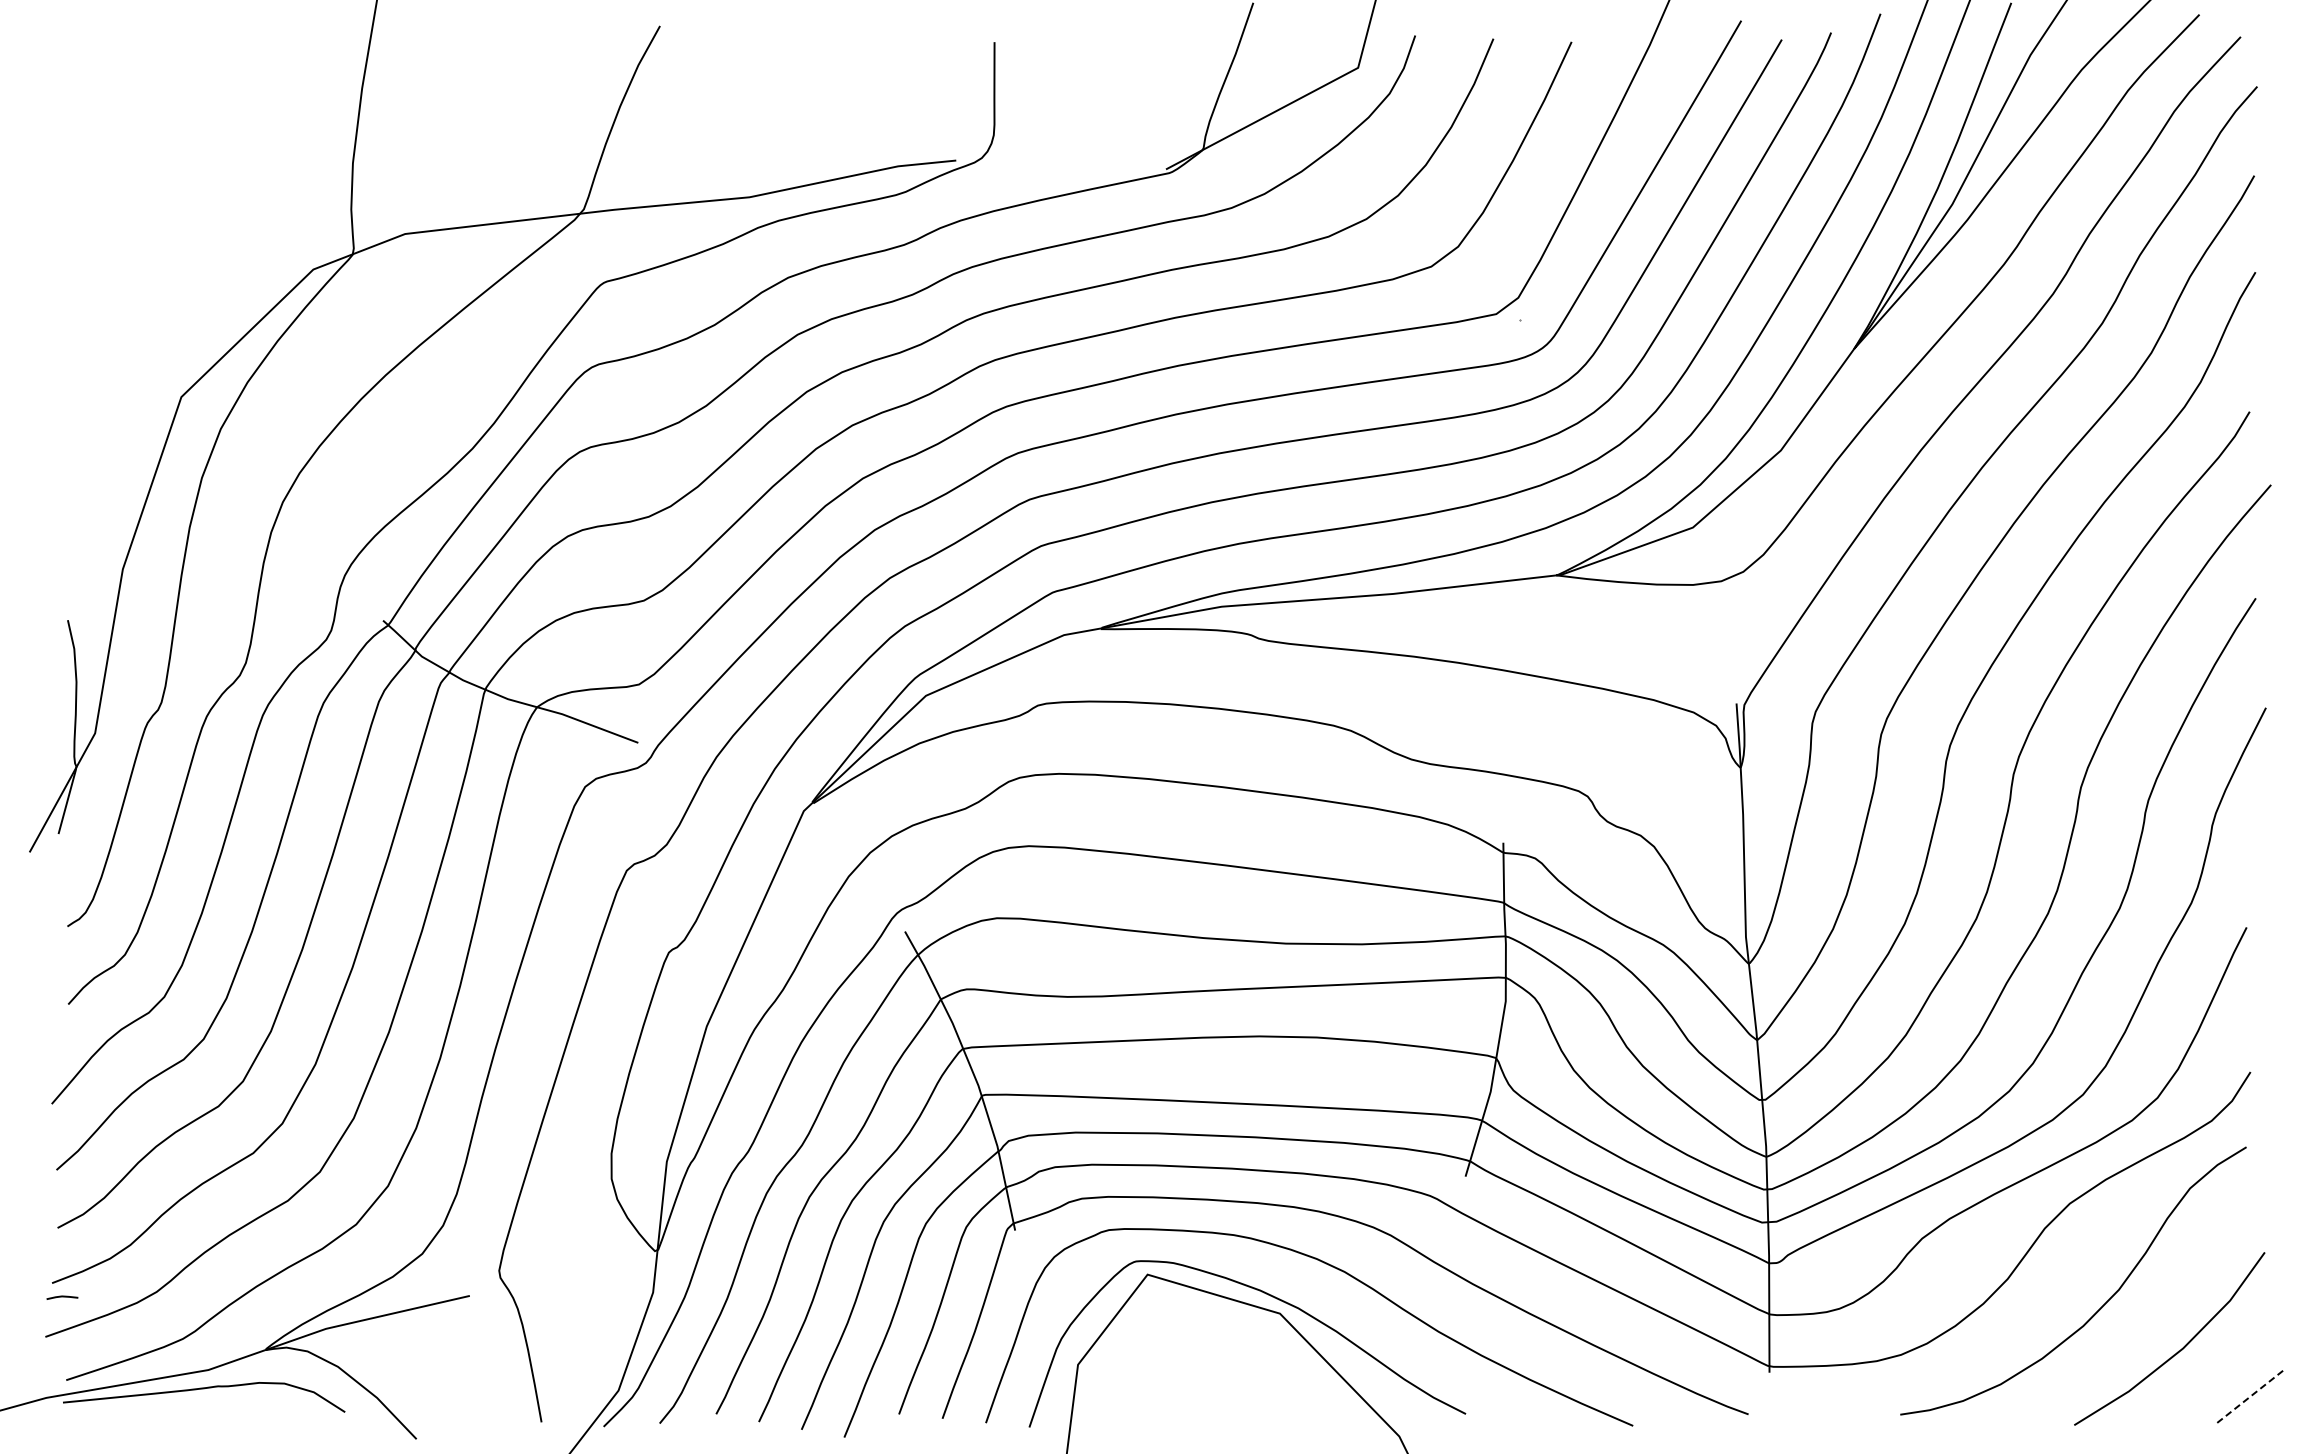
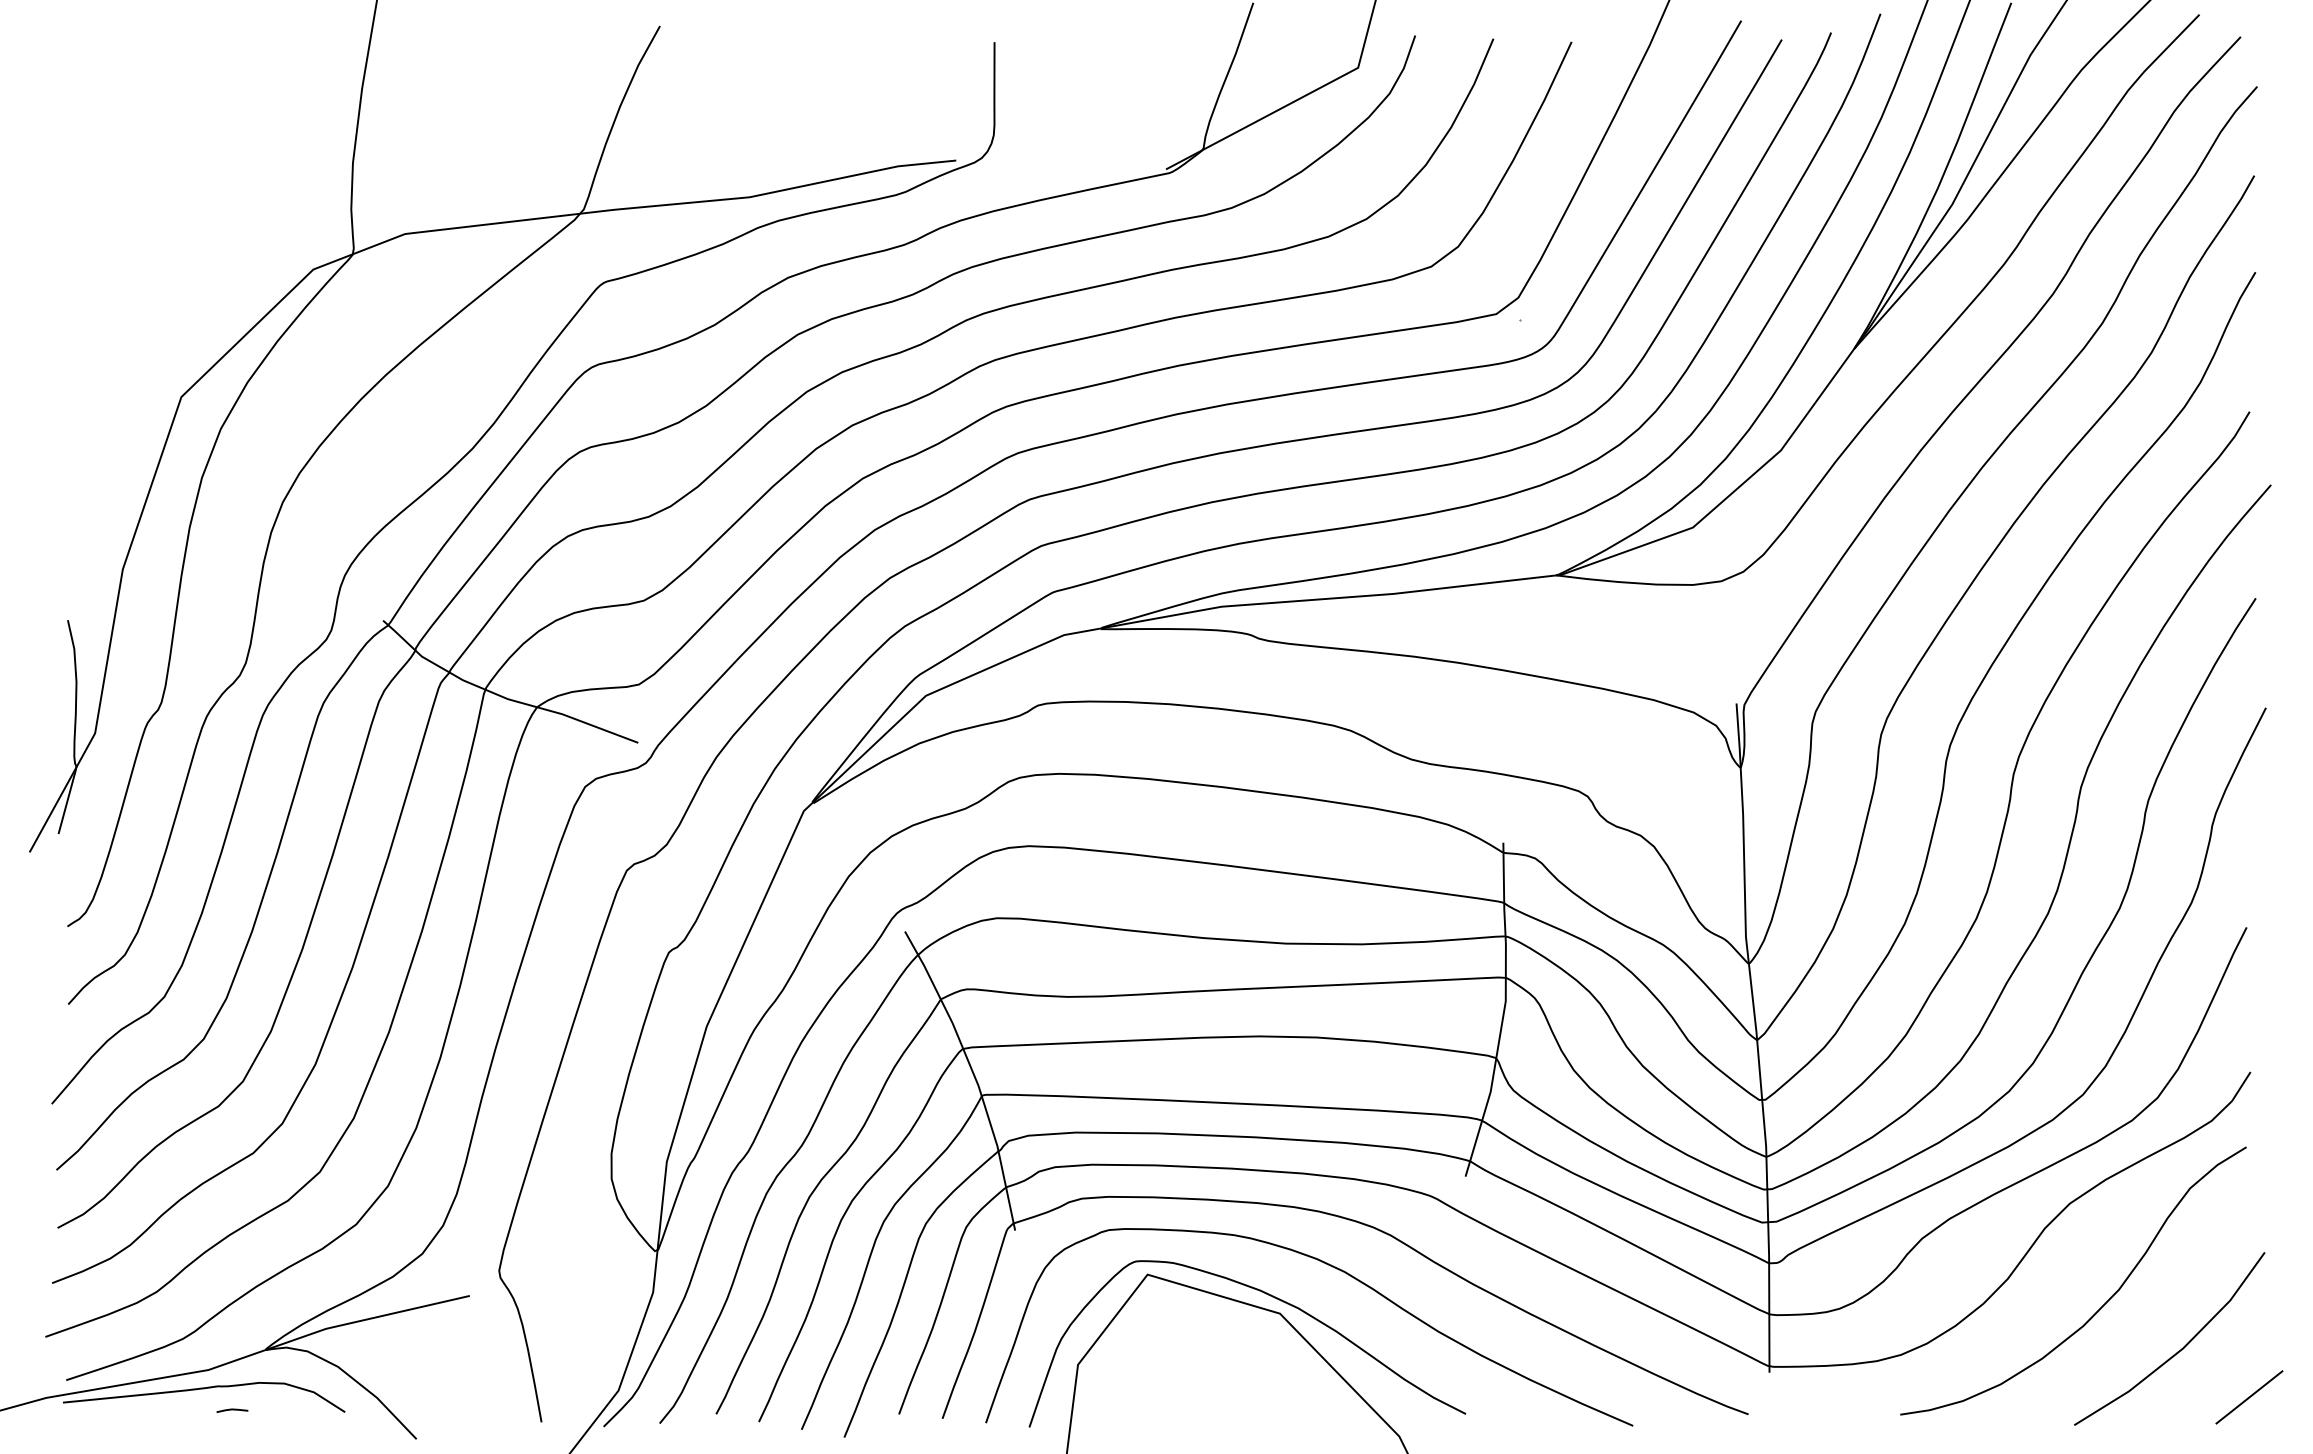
line at (62, 1297) position: (62, 1297) -> (232, 1410)
line at (2249, 1397): dashed -> solid
